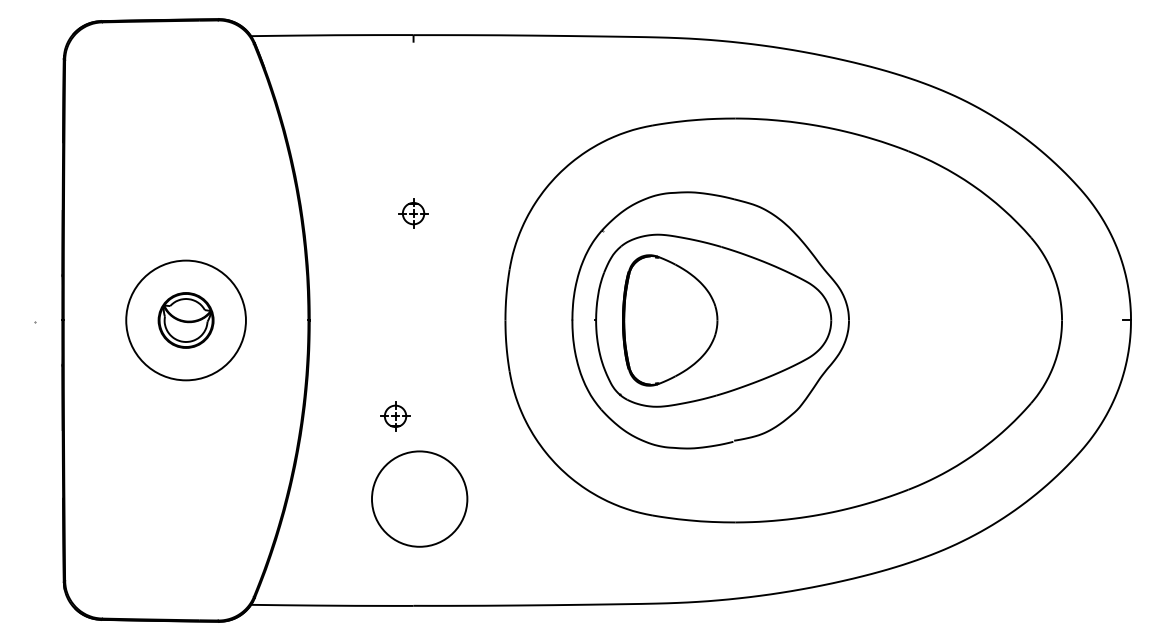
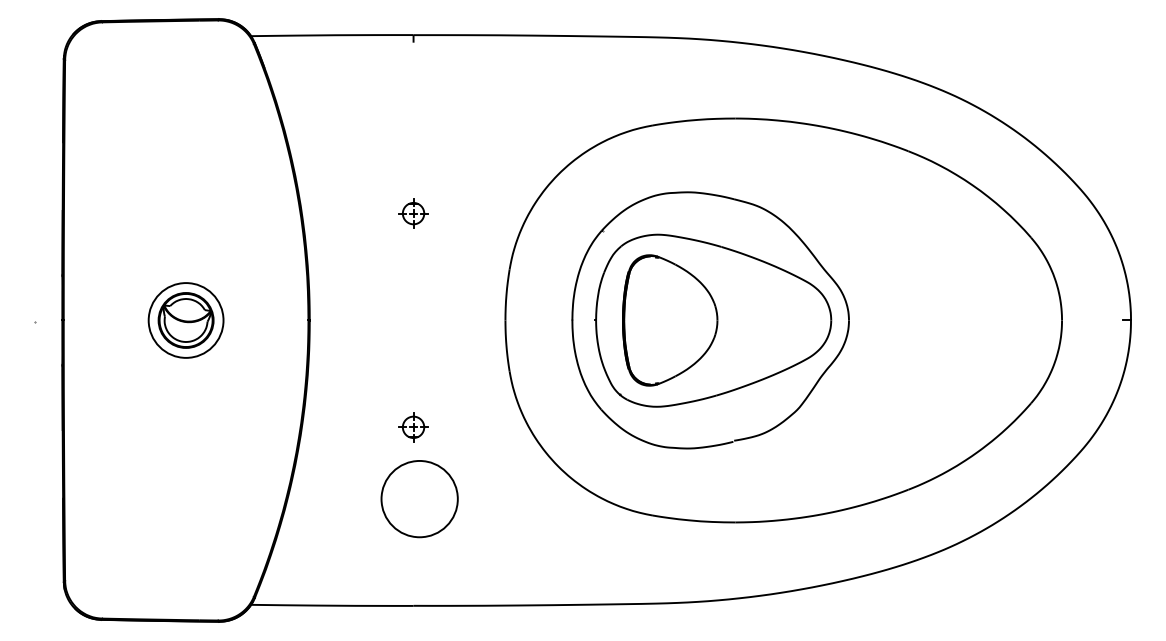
circle at (185, 320) diameter: 120 px -> 75 px
part at (395, 416) position: (395, 416) -> (413, 427)
circle at (419, 498) diameter: 95 px -> 76 px
